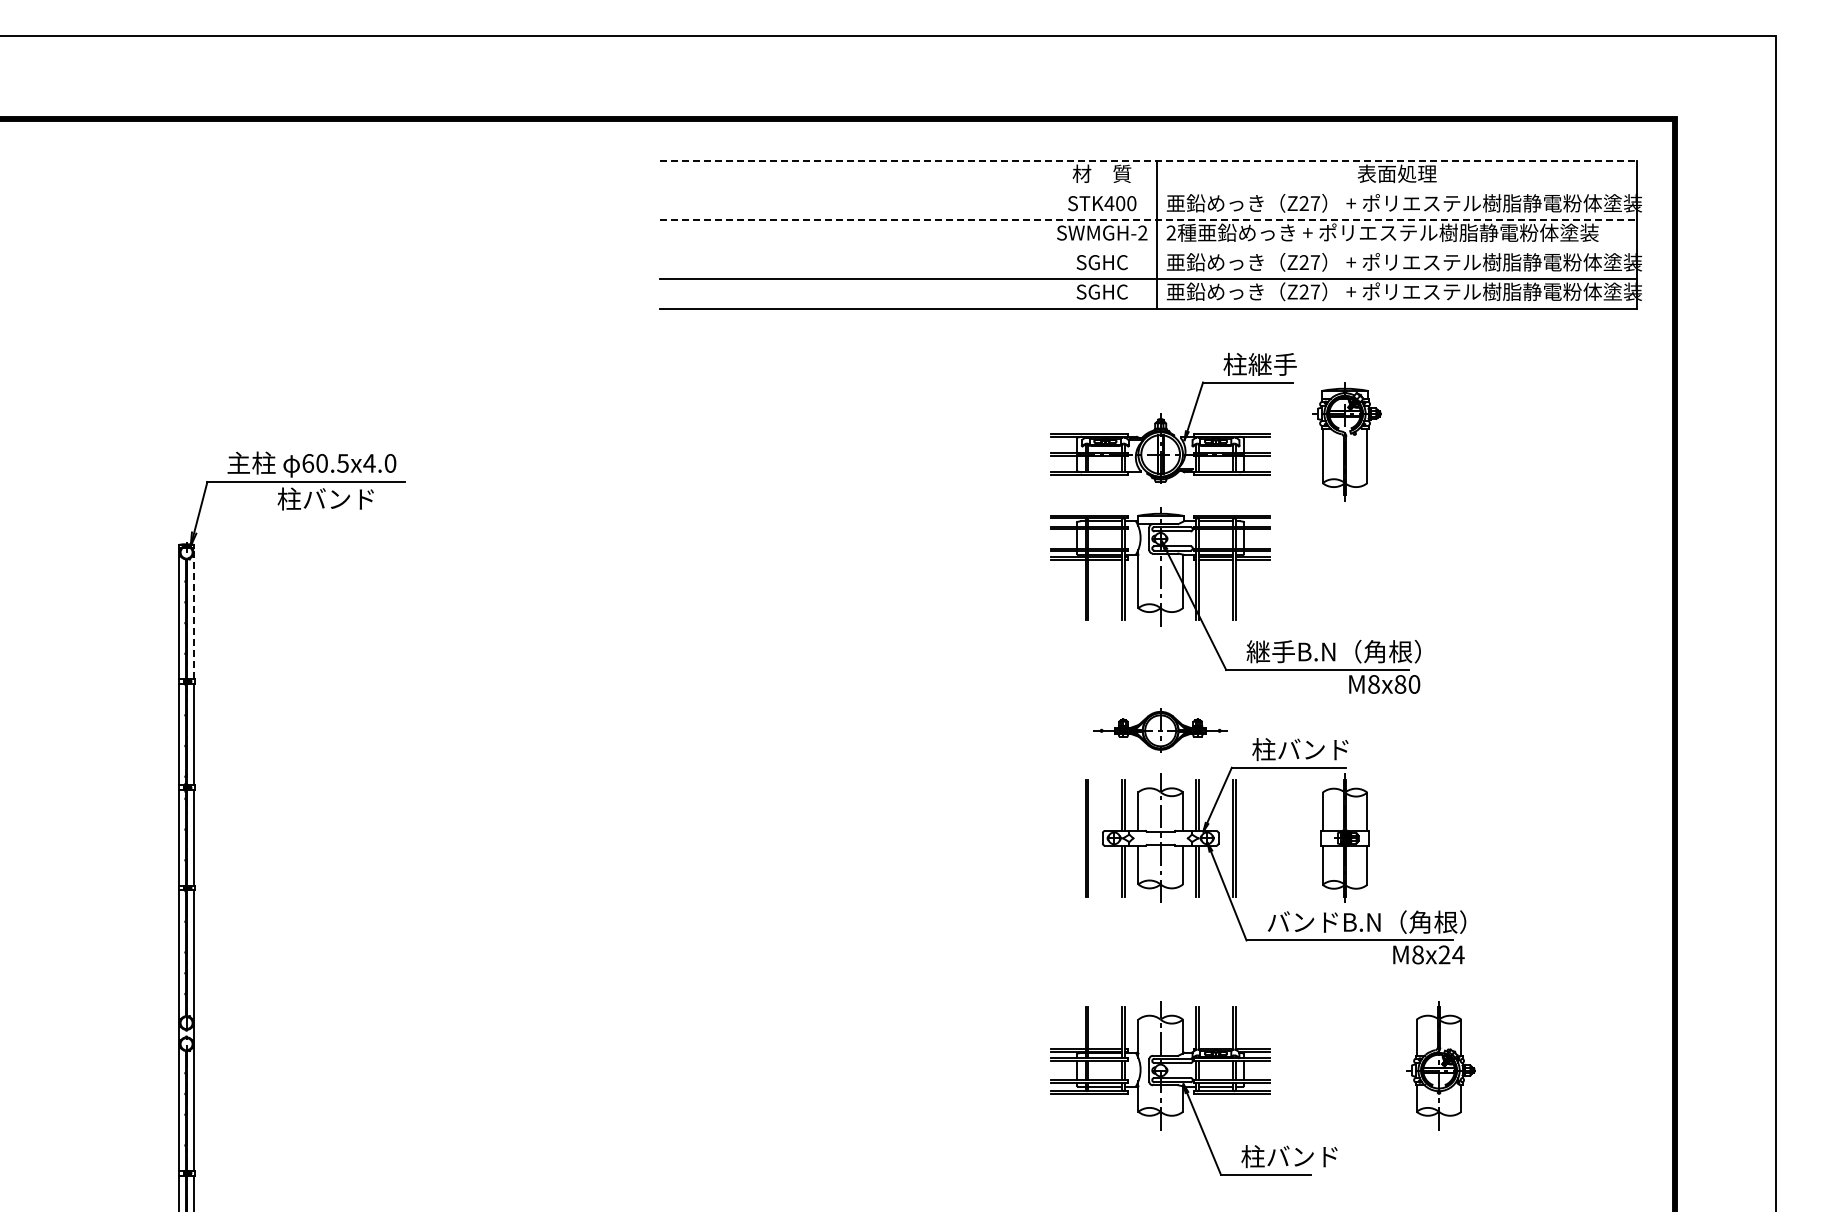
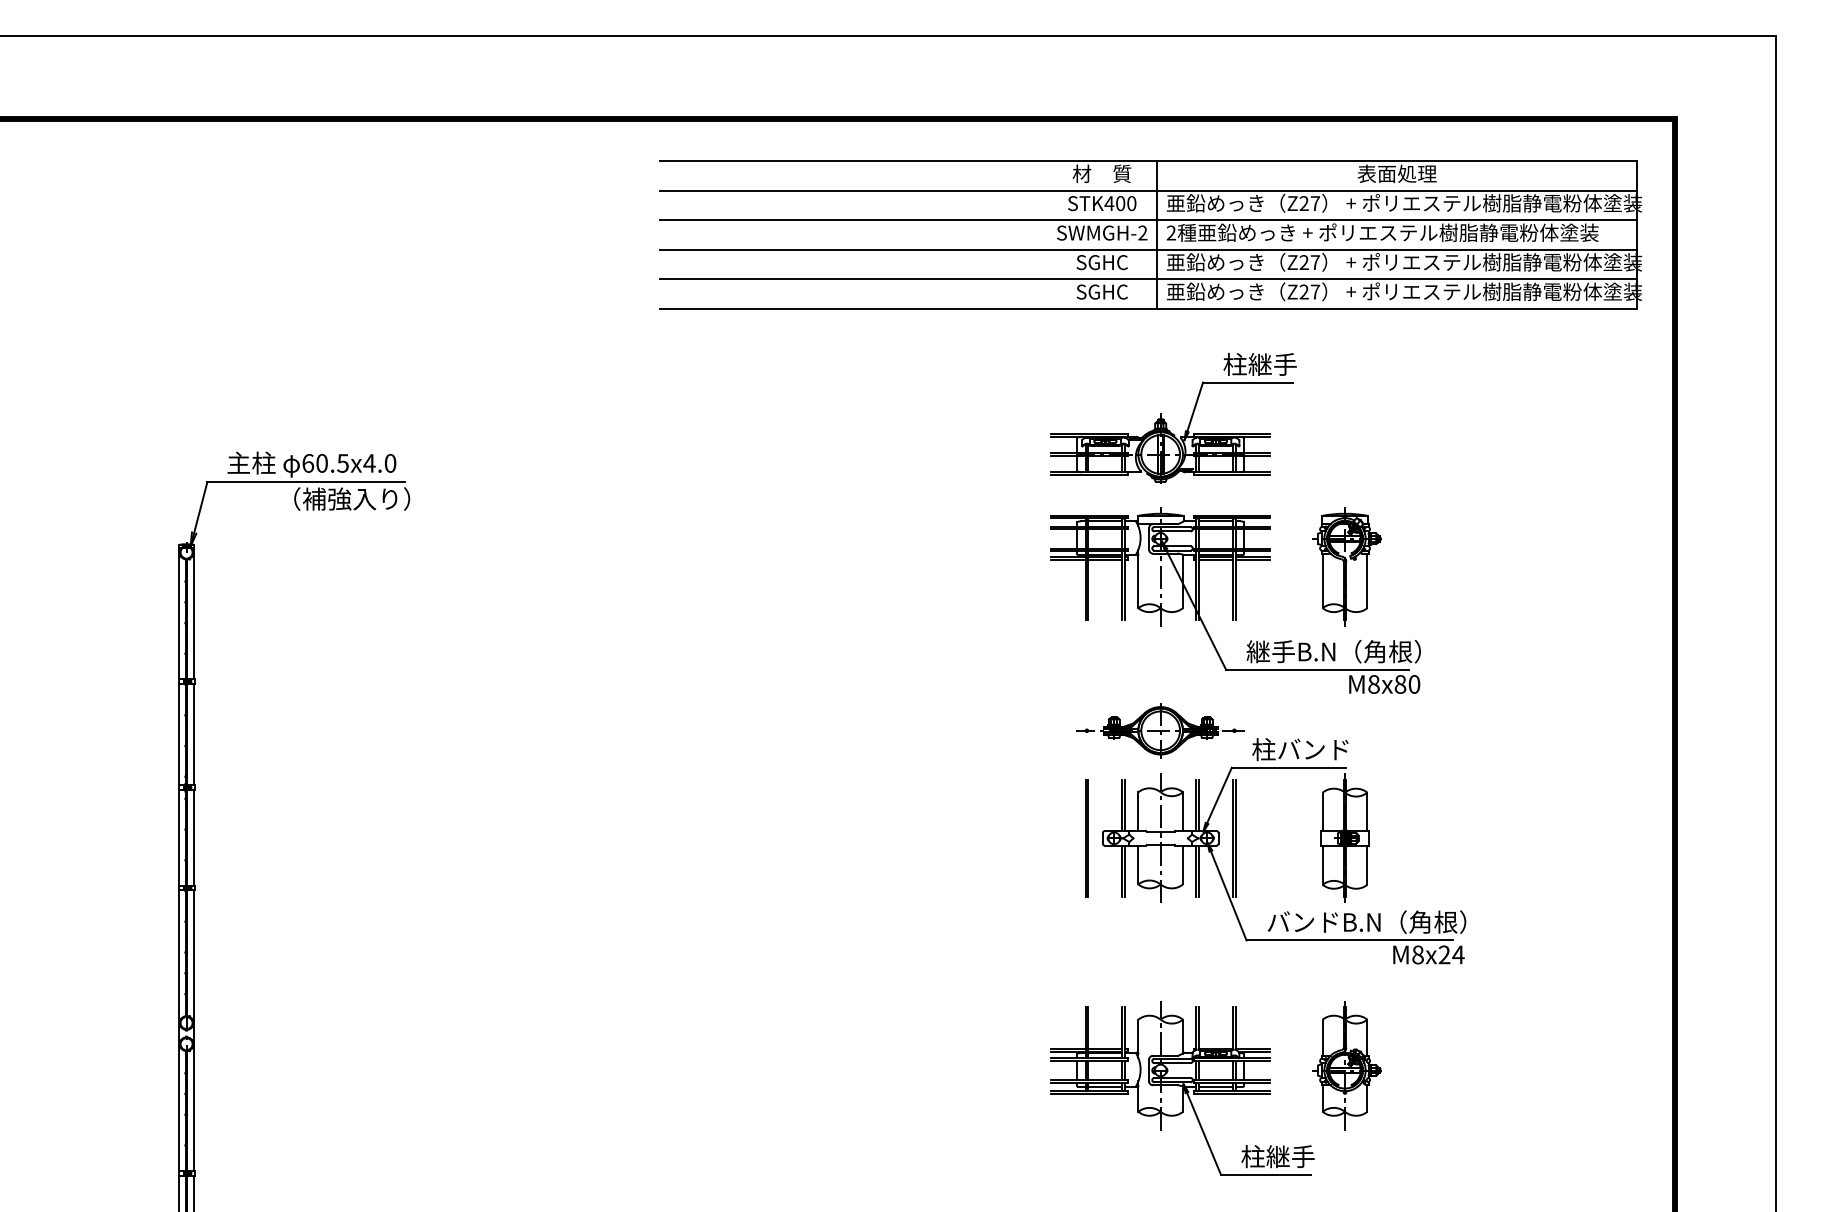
line at (1148, 161): dashed -> solid
line at (1147, 190): none -> present
line at (1148, 220): dashed -> solid
line at (1147, 249): none -> present
part at (1346, 441) position: (1346, 441) -> (1346, 566)
text at (343, 498): 柱バンド -> （補強入り）
line at (194, 613): dashed -> solid
part at (1160, 730) size: 135x45 px -> 169x56 px
part at (1440, 1065) position: (1440, 1065) -> (1346, 1065)
text at (1301, 1156): 柱バンド -> 柱継手
